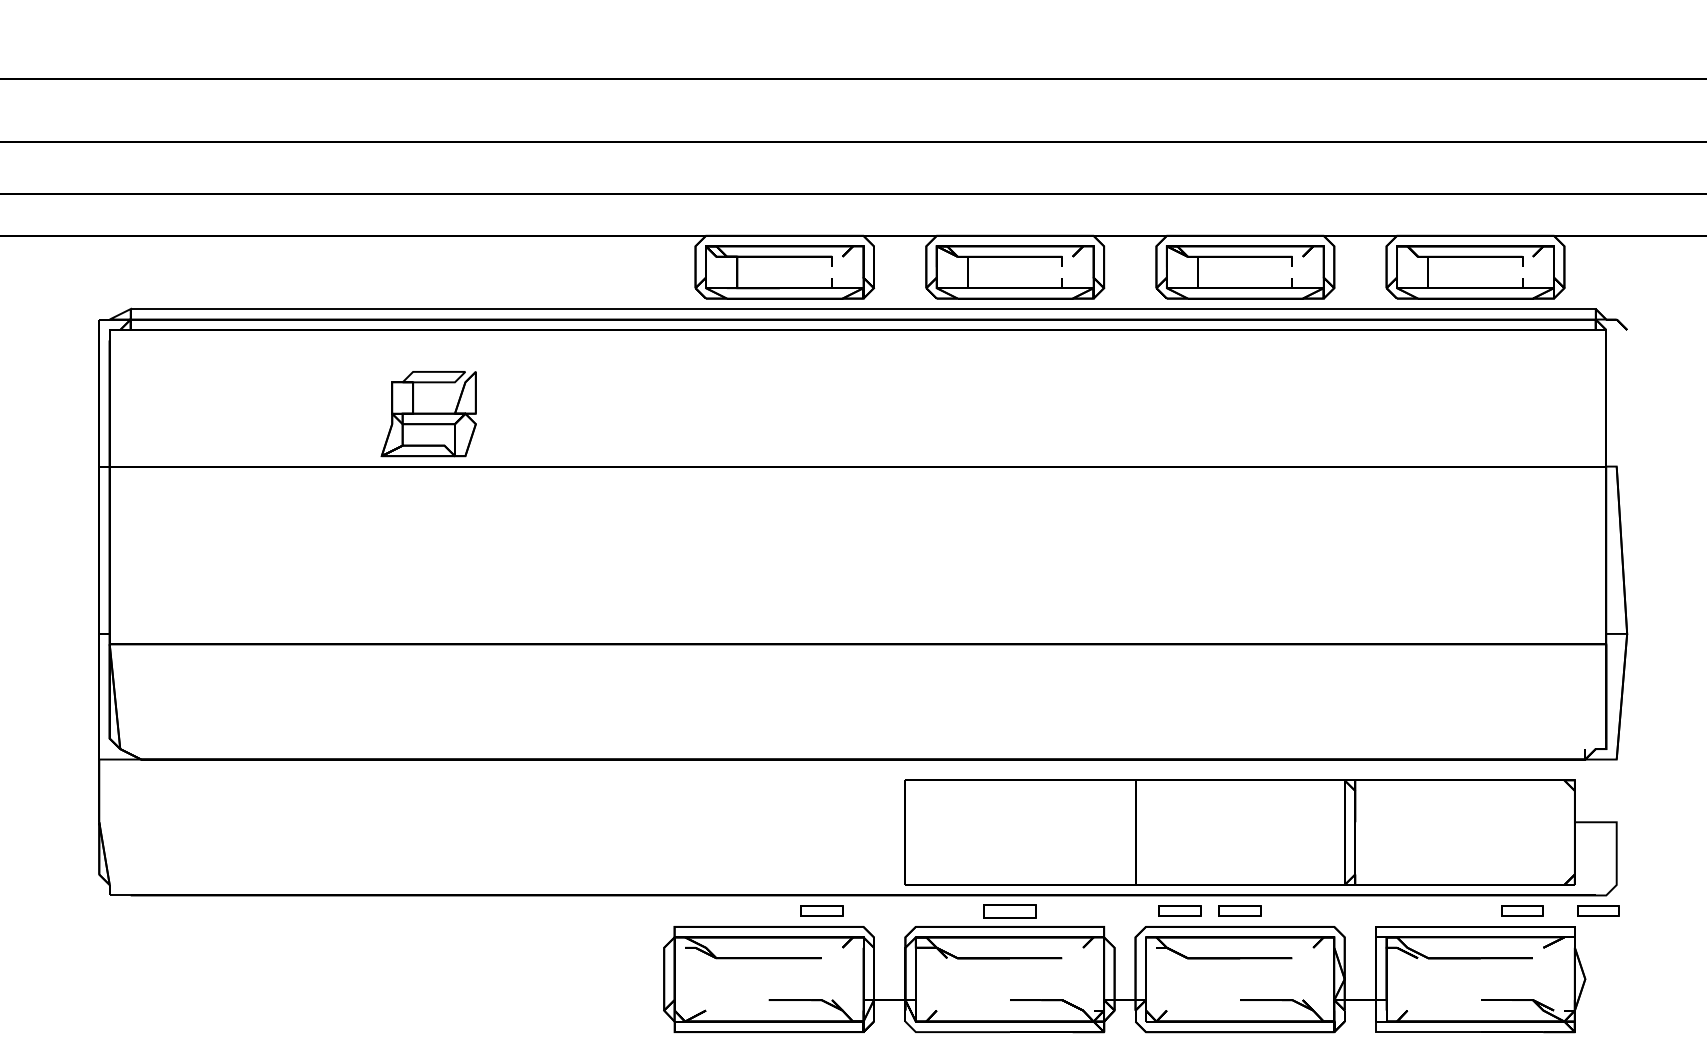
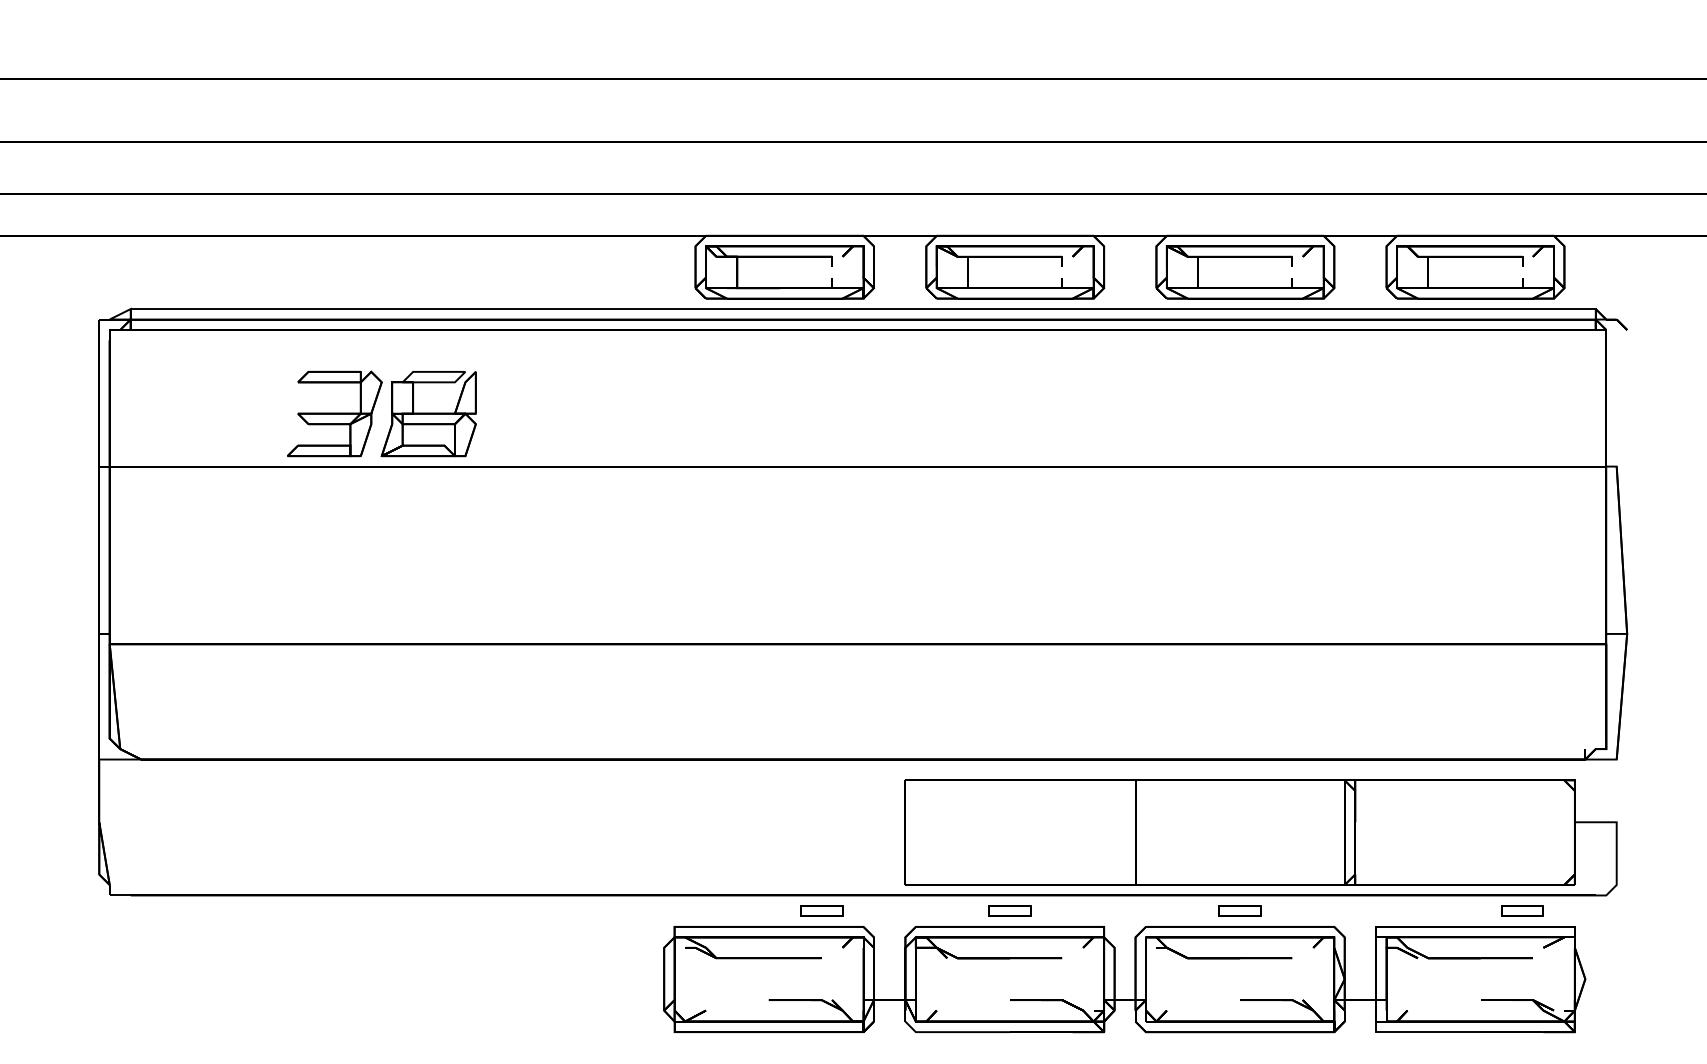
part at (334, 413): none -> present
part at (1179, 910): present -> none
part at (1598, 910): present -> none
part at (1009, 911) size: 54x15 px -> 44x12 px
